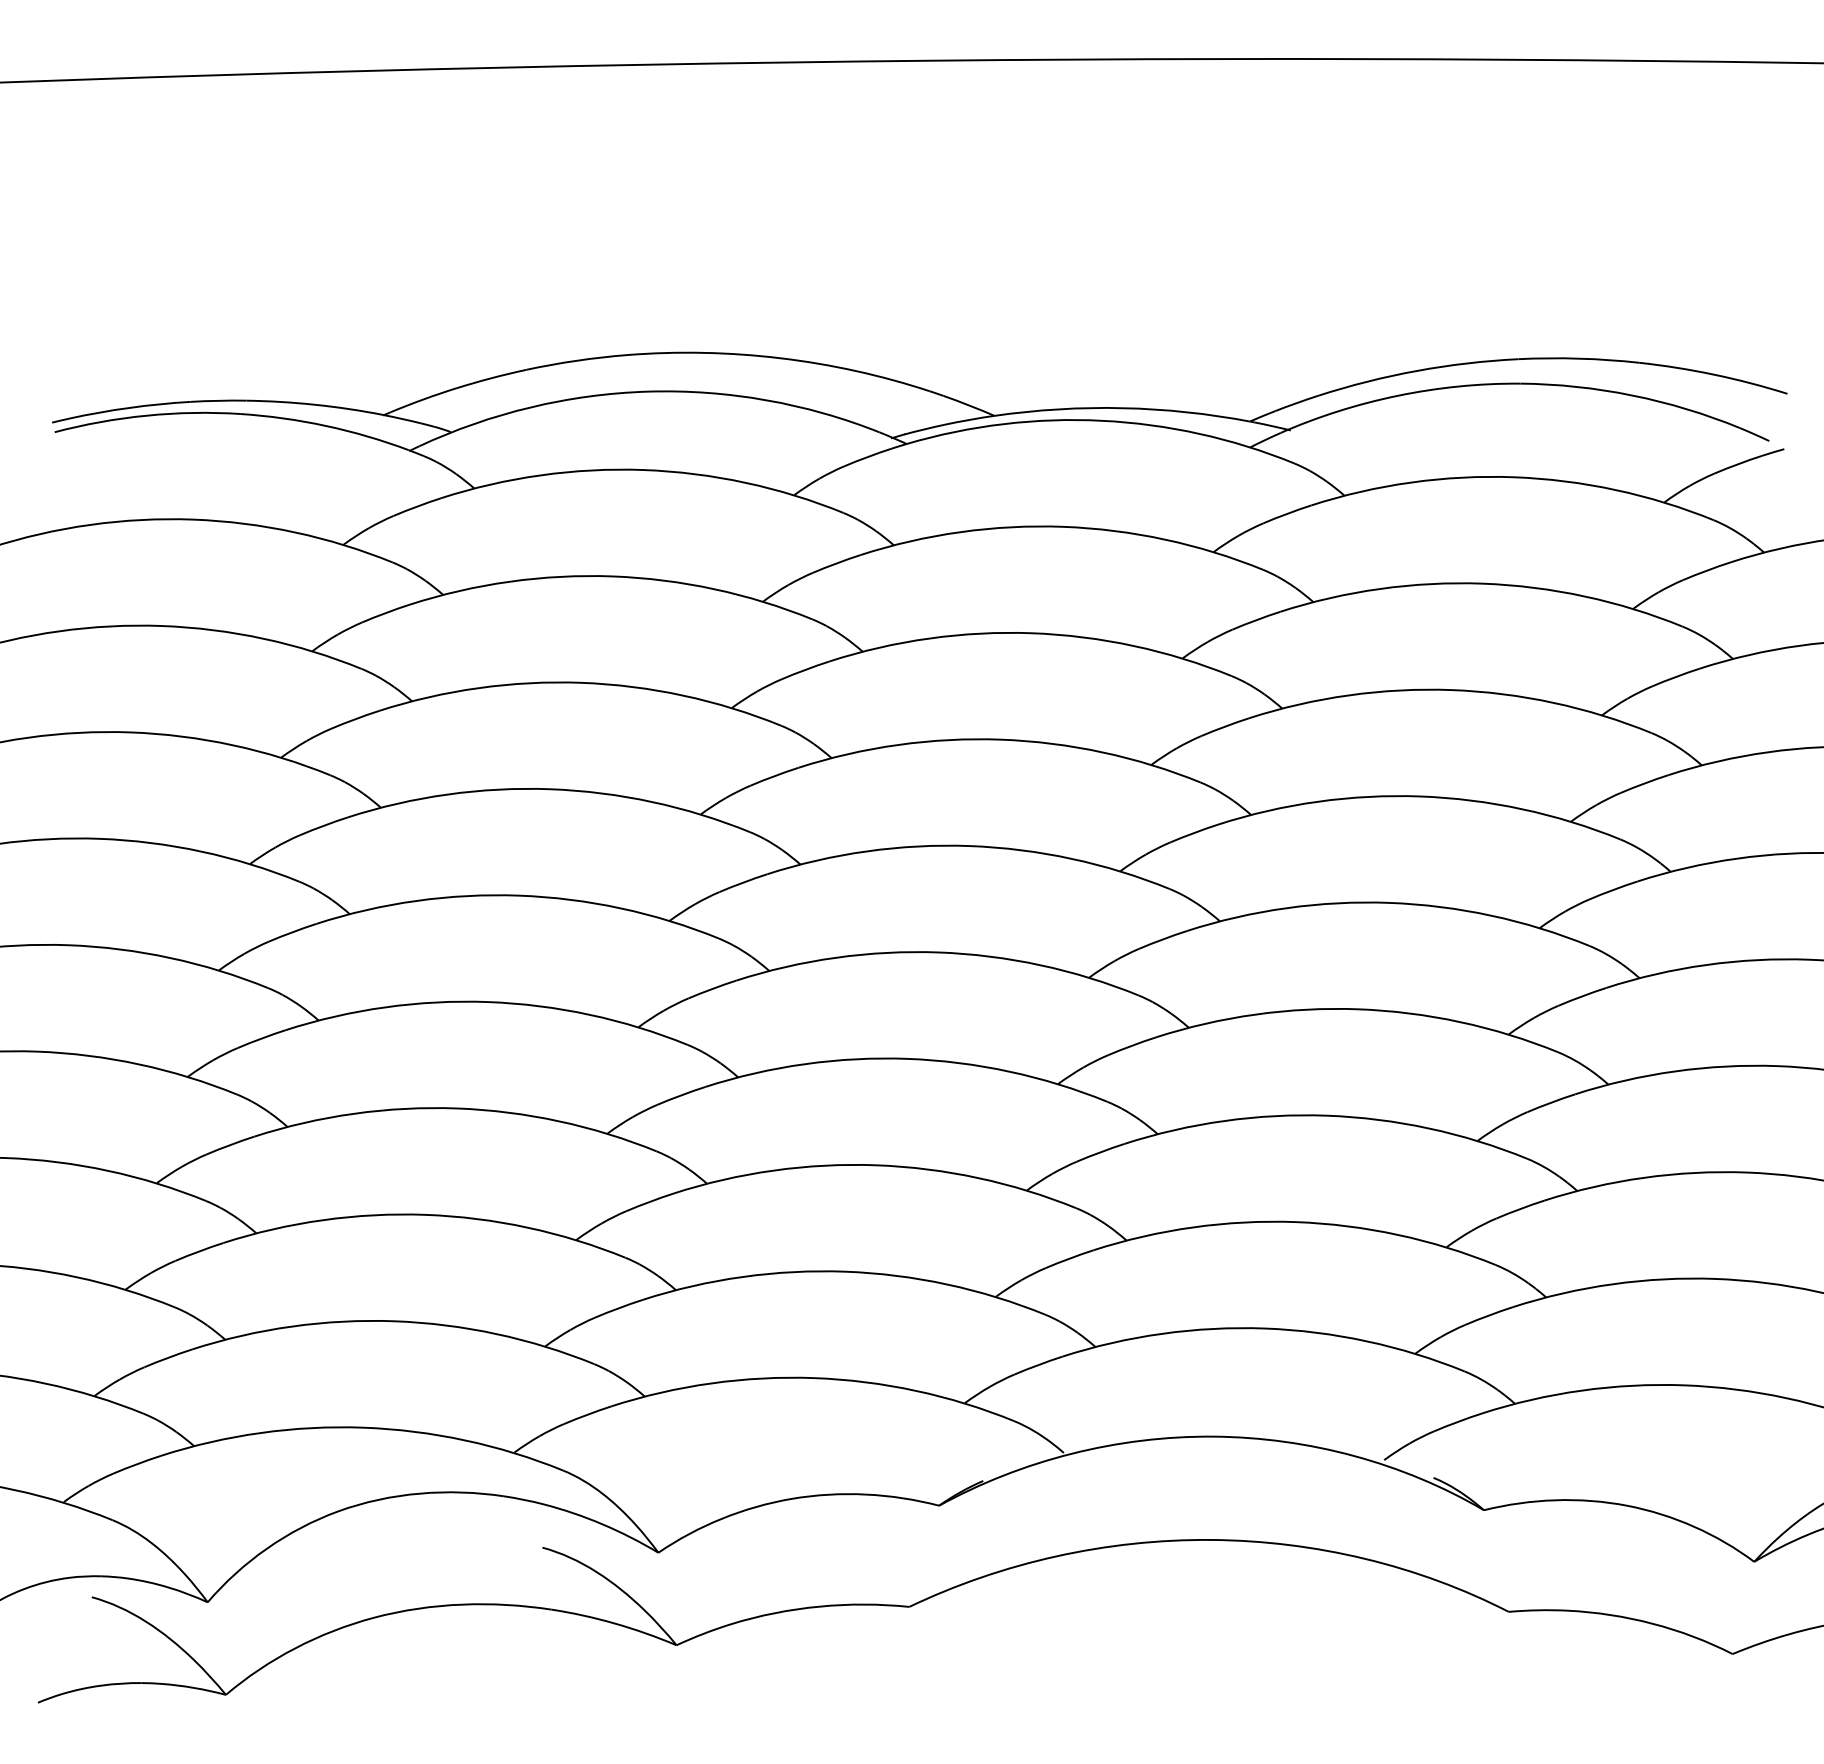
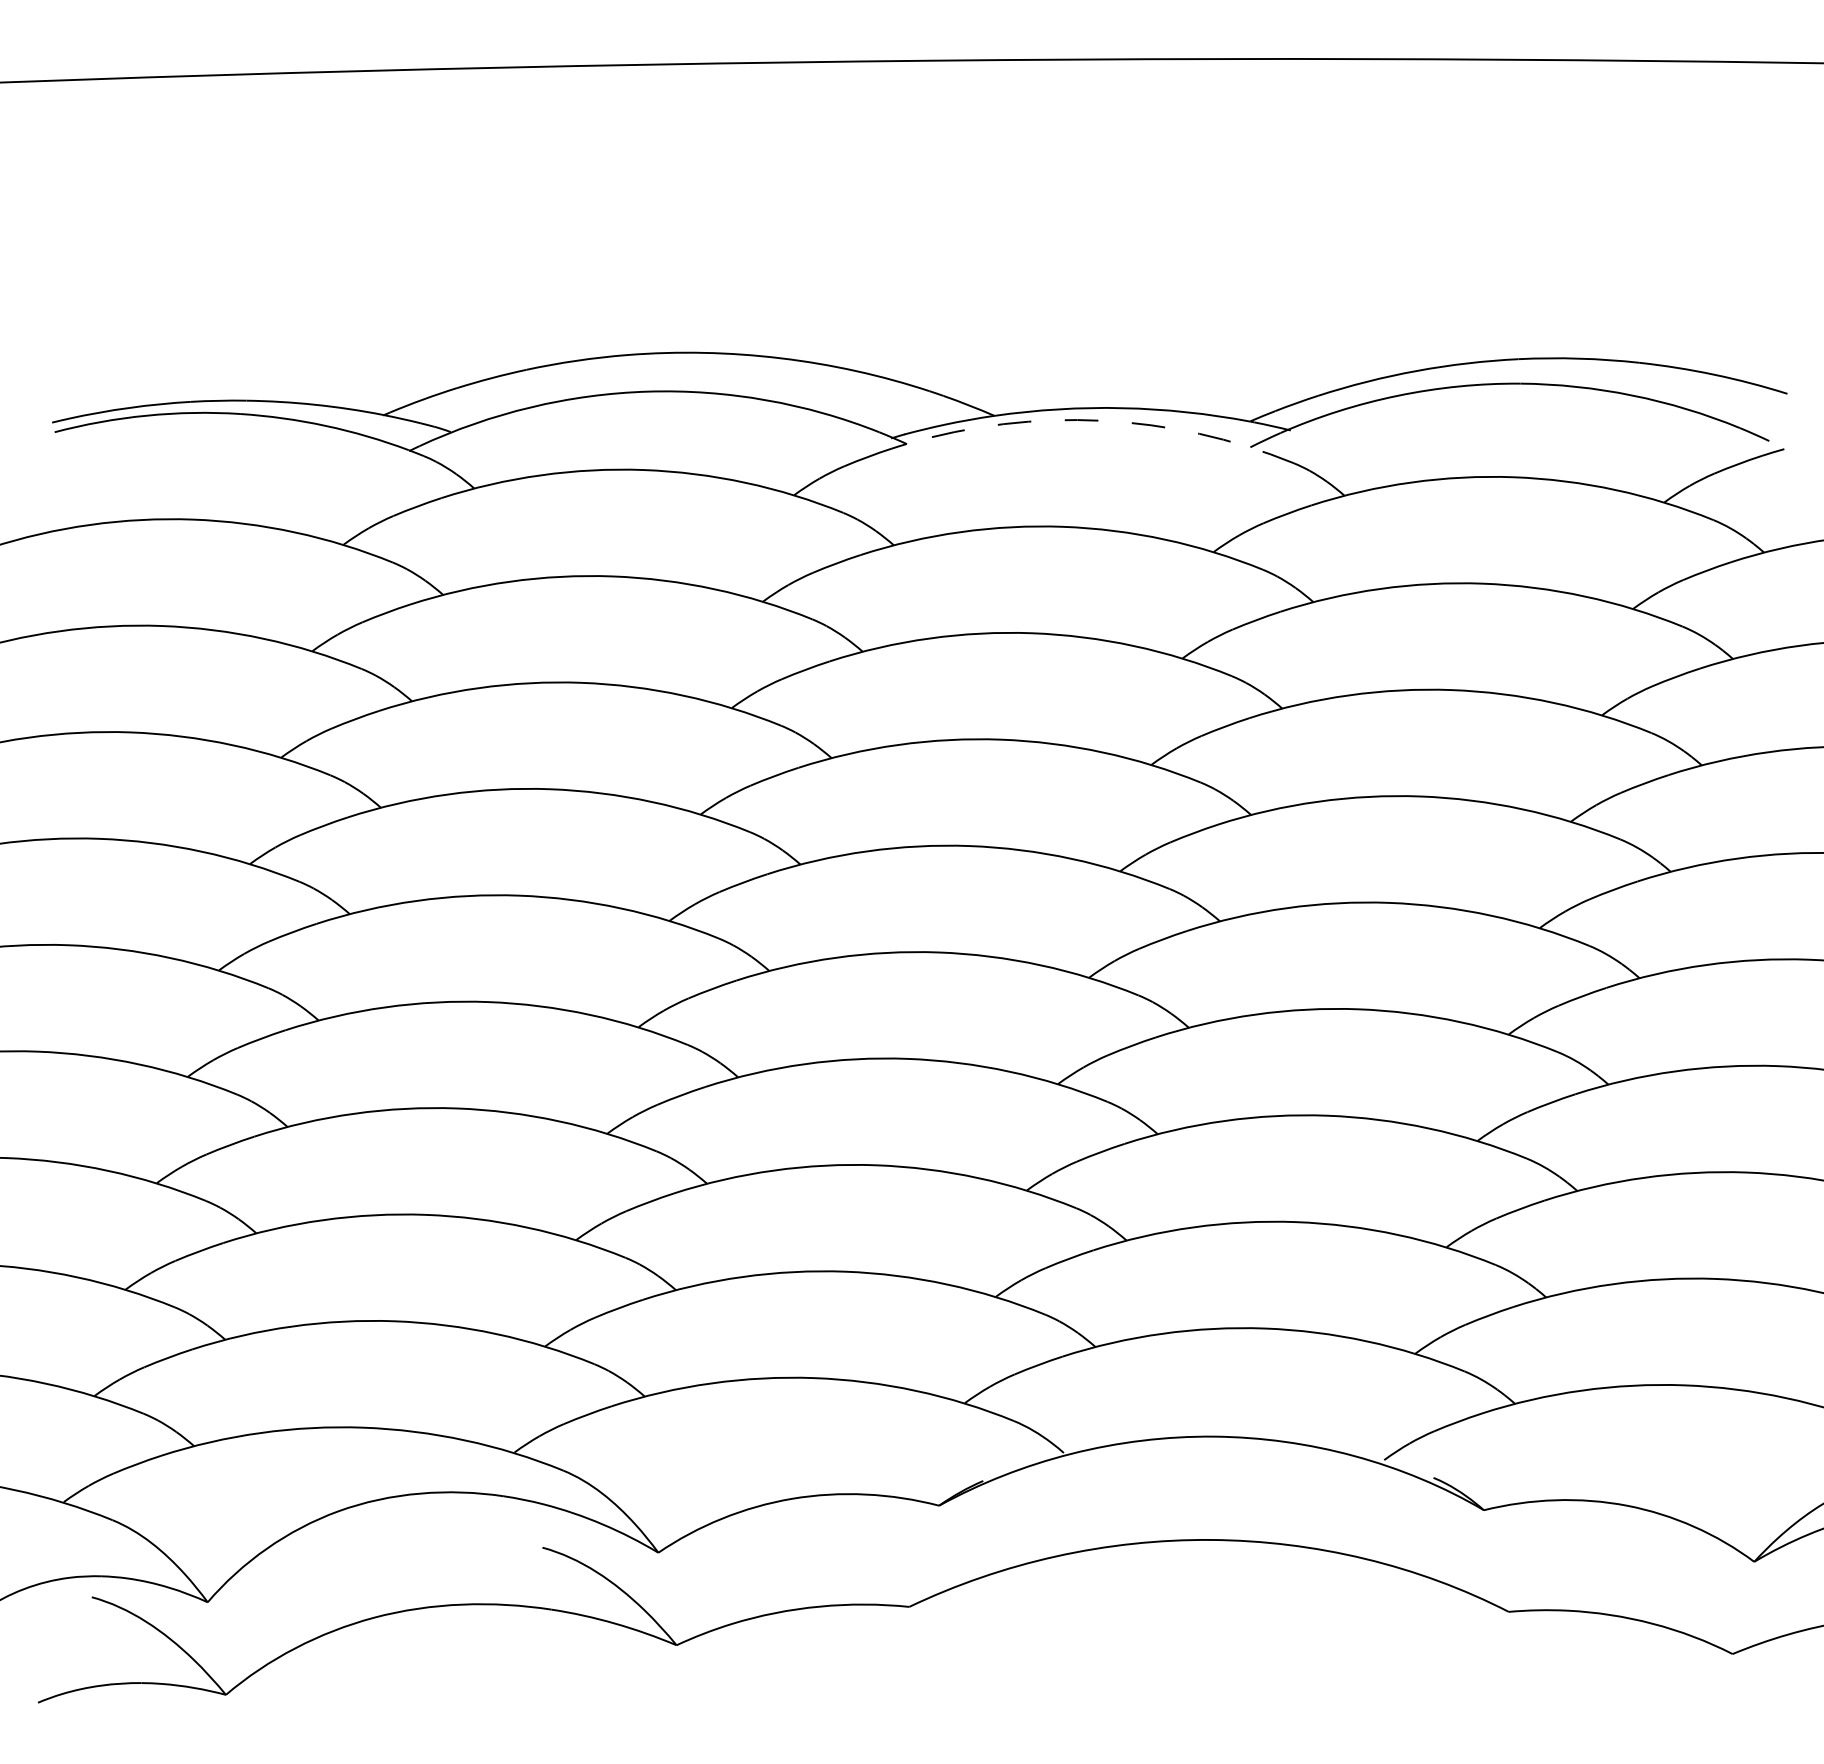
arc at (1102, 420): solid -> dashed
